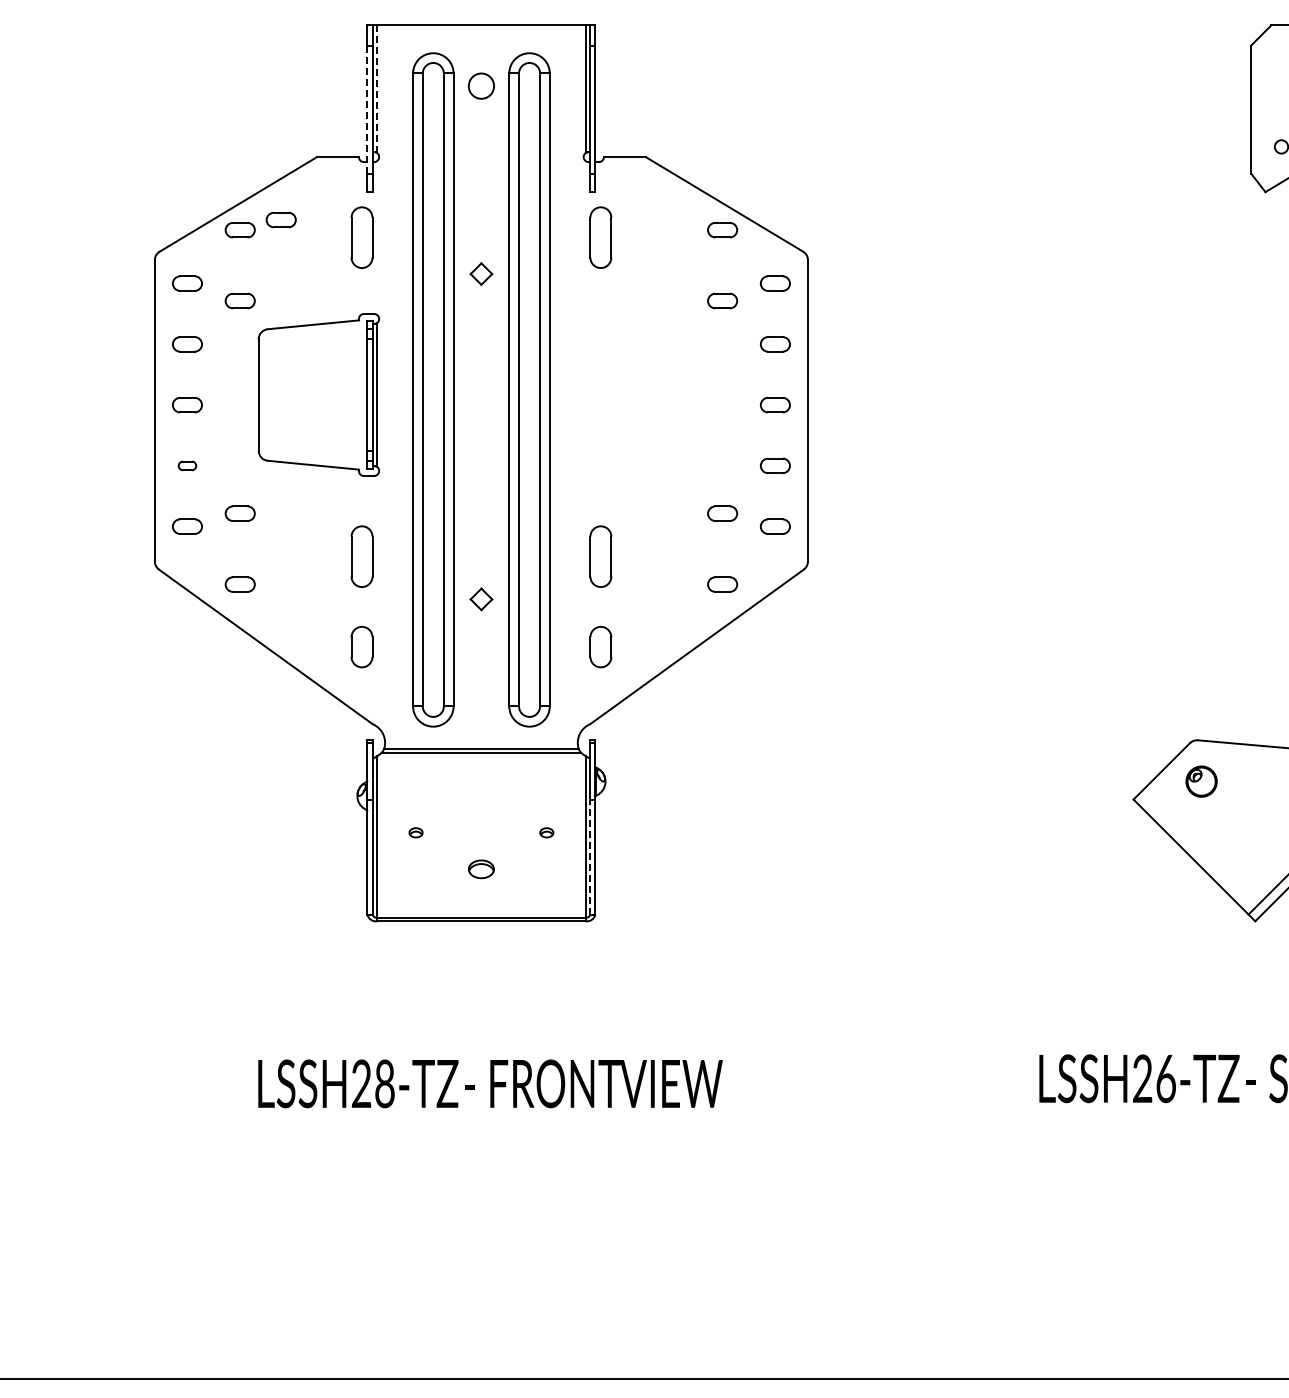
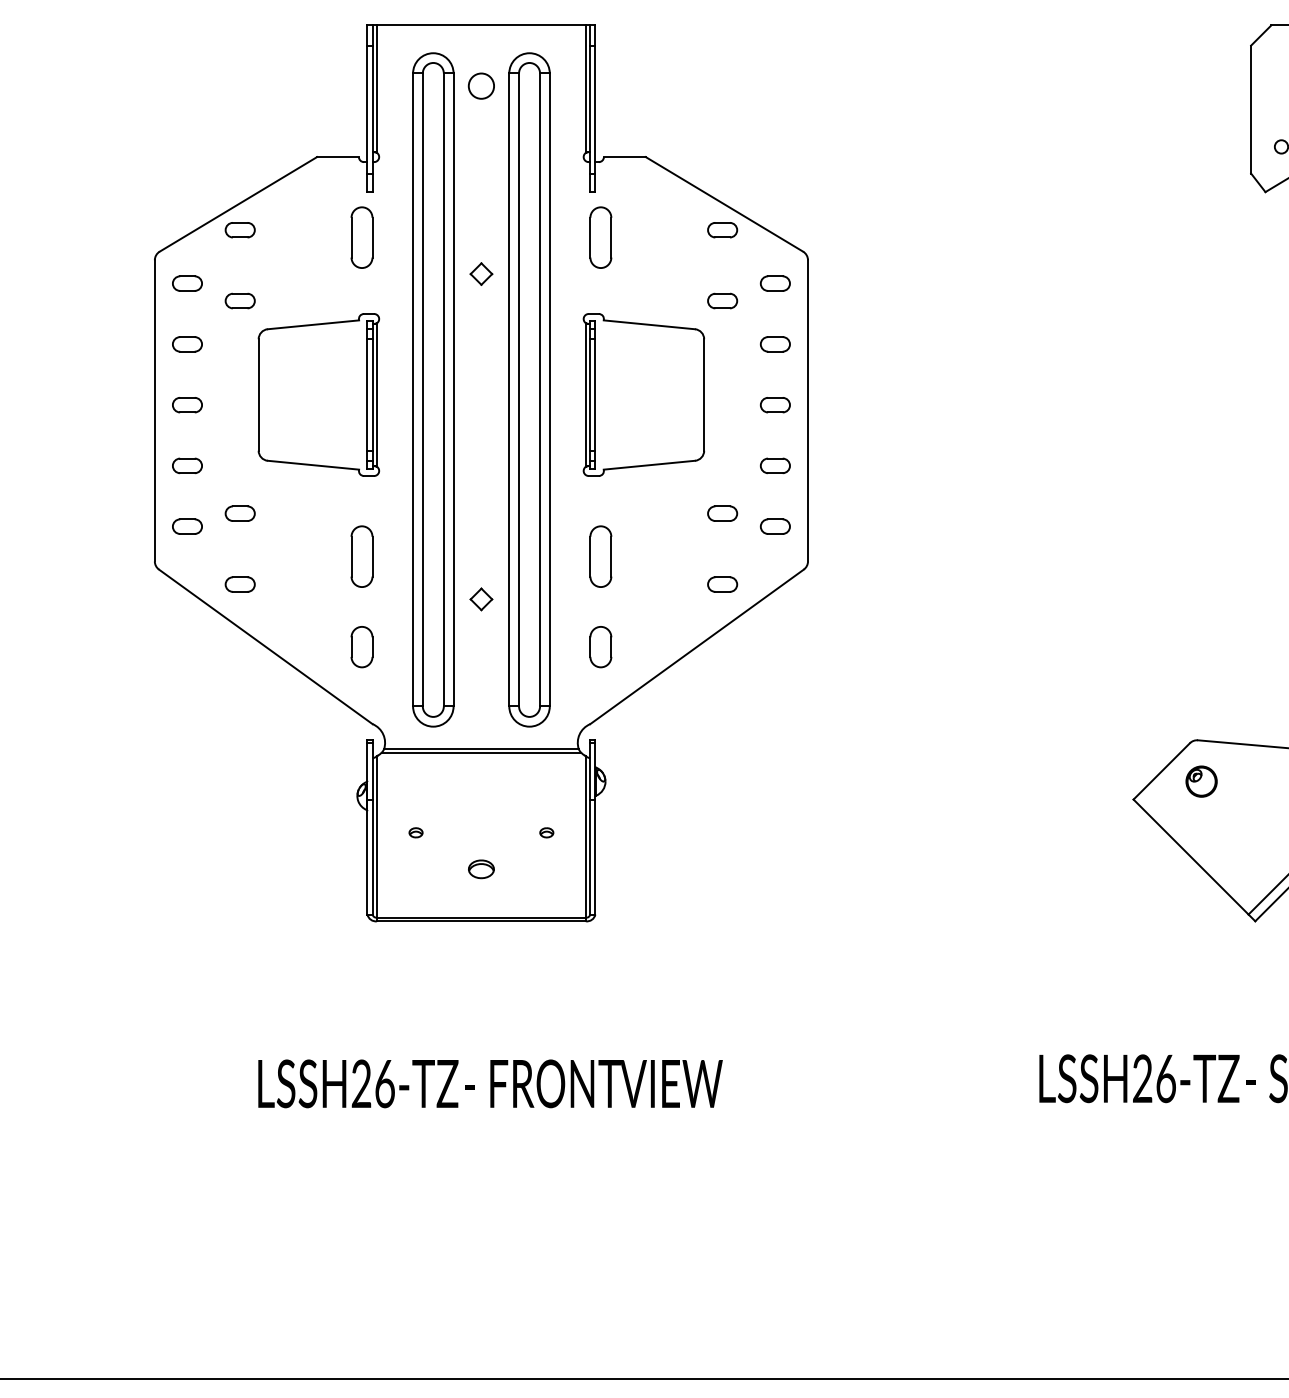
line at (377, 89): dashed -> solid
line at (367, 109): dashed -> solid
part at (280, 219): present -> none
part at (643, 394): none -> present
part at (187, 465) size: 21x12 px -> 31x18 px
line at (590, 856): dashed -> solid
text at (384, 1083): LSSH28-TZ -> LSSH26-TZ
